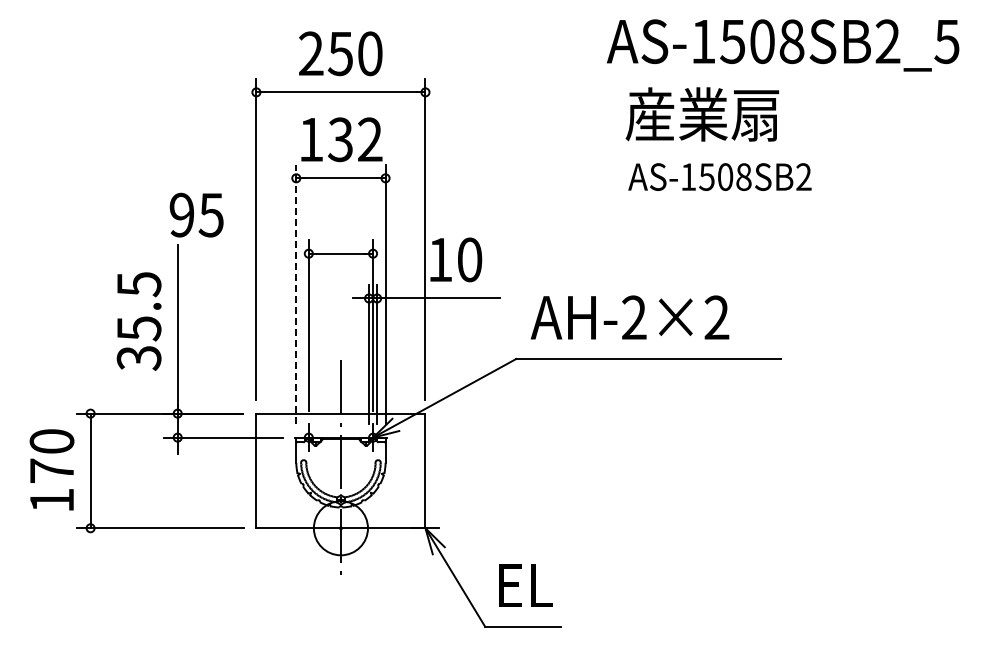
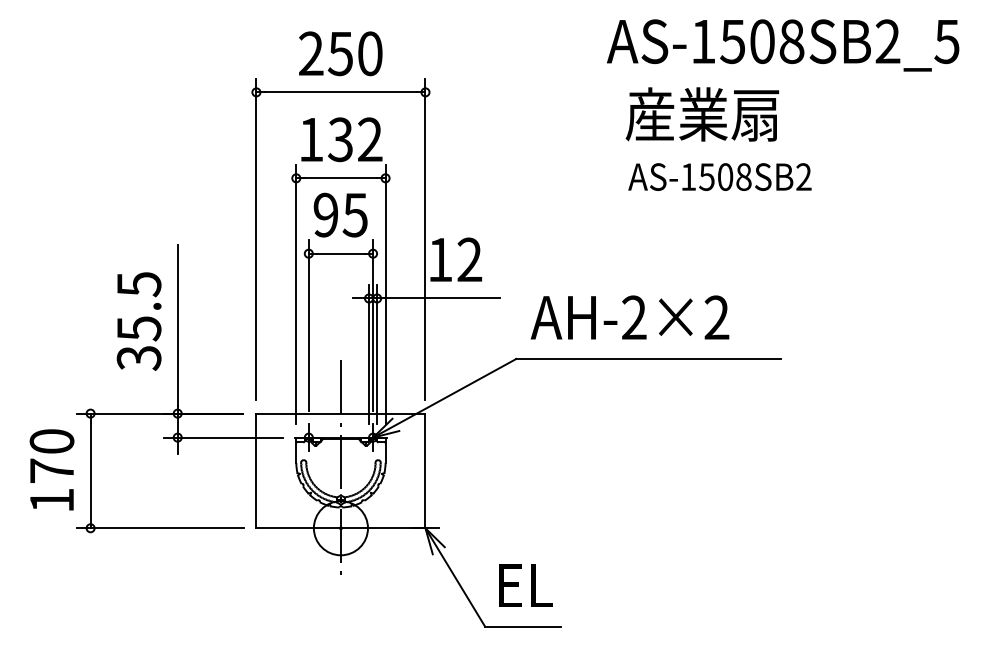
text at (196, 214) position: (196, 214) -> (340, 214)
text at (469, 259): 10 -> 12
line at (296, 294): dashed -> solid
